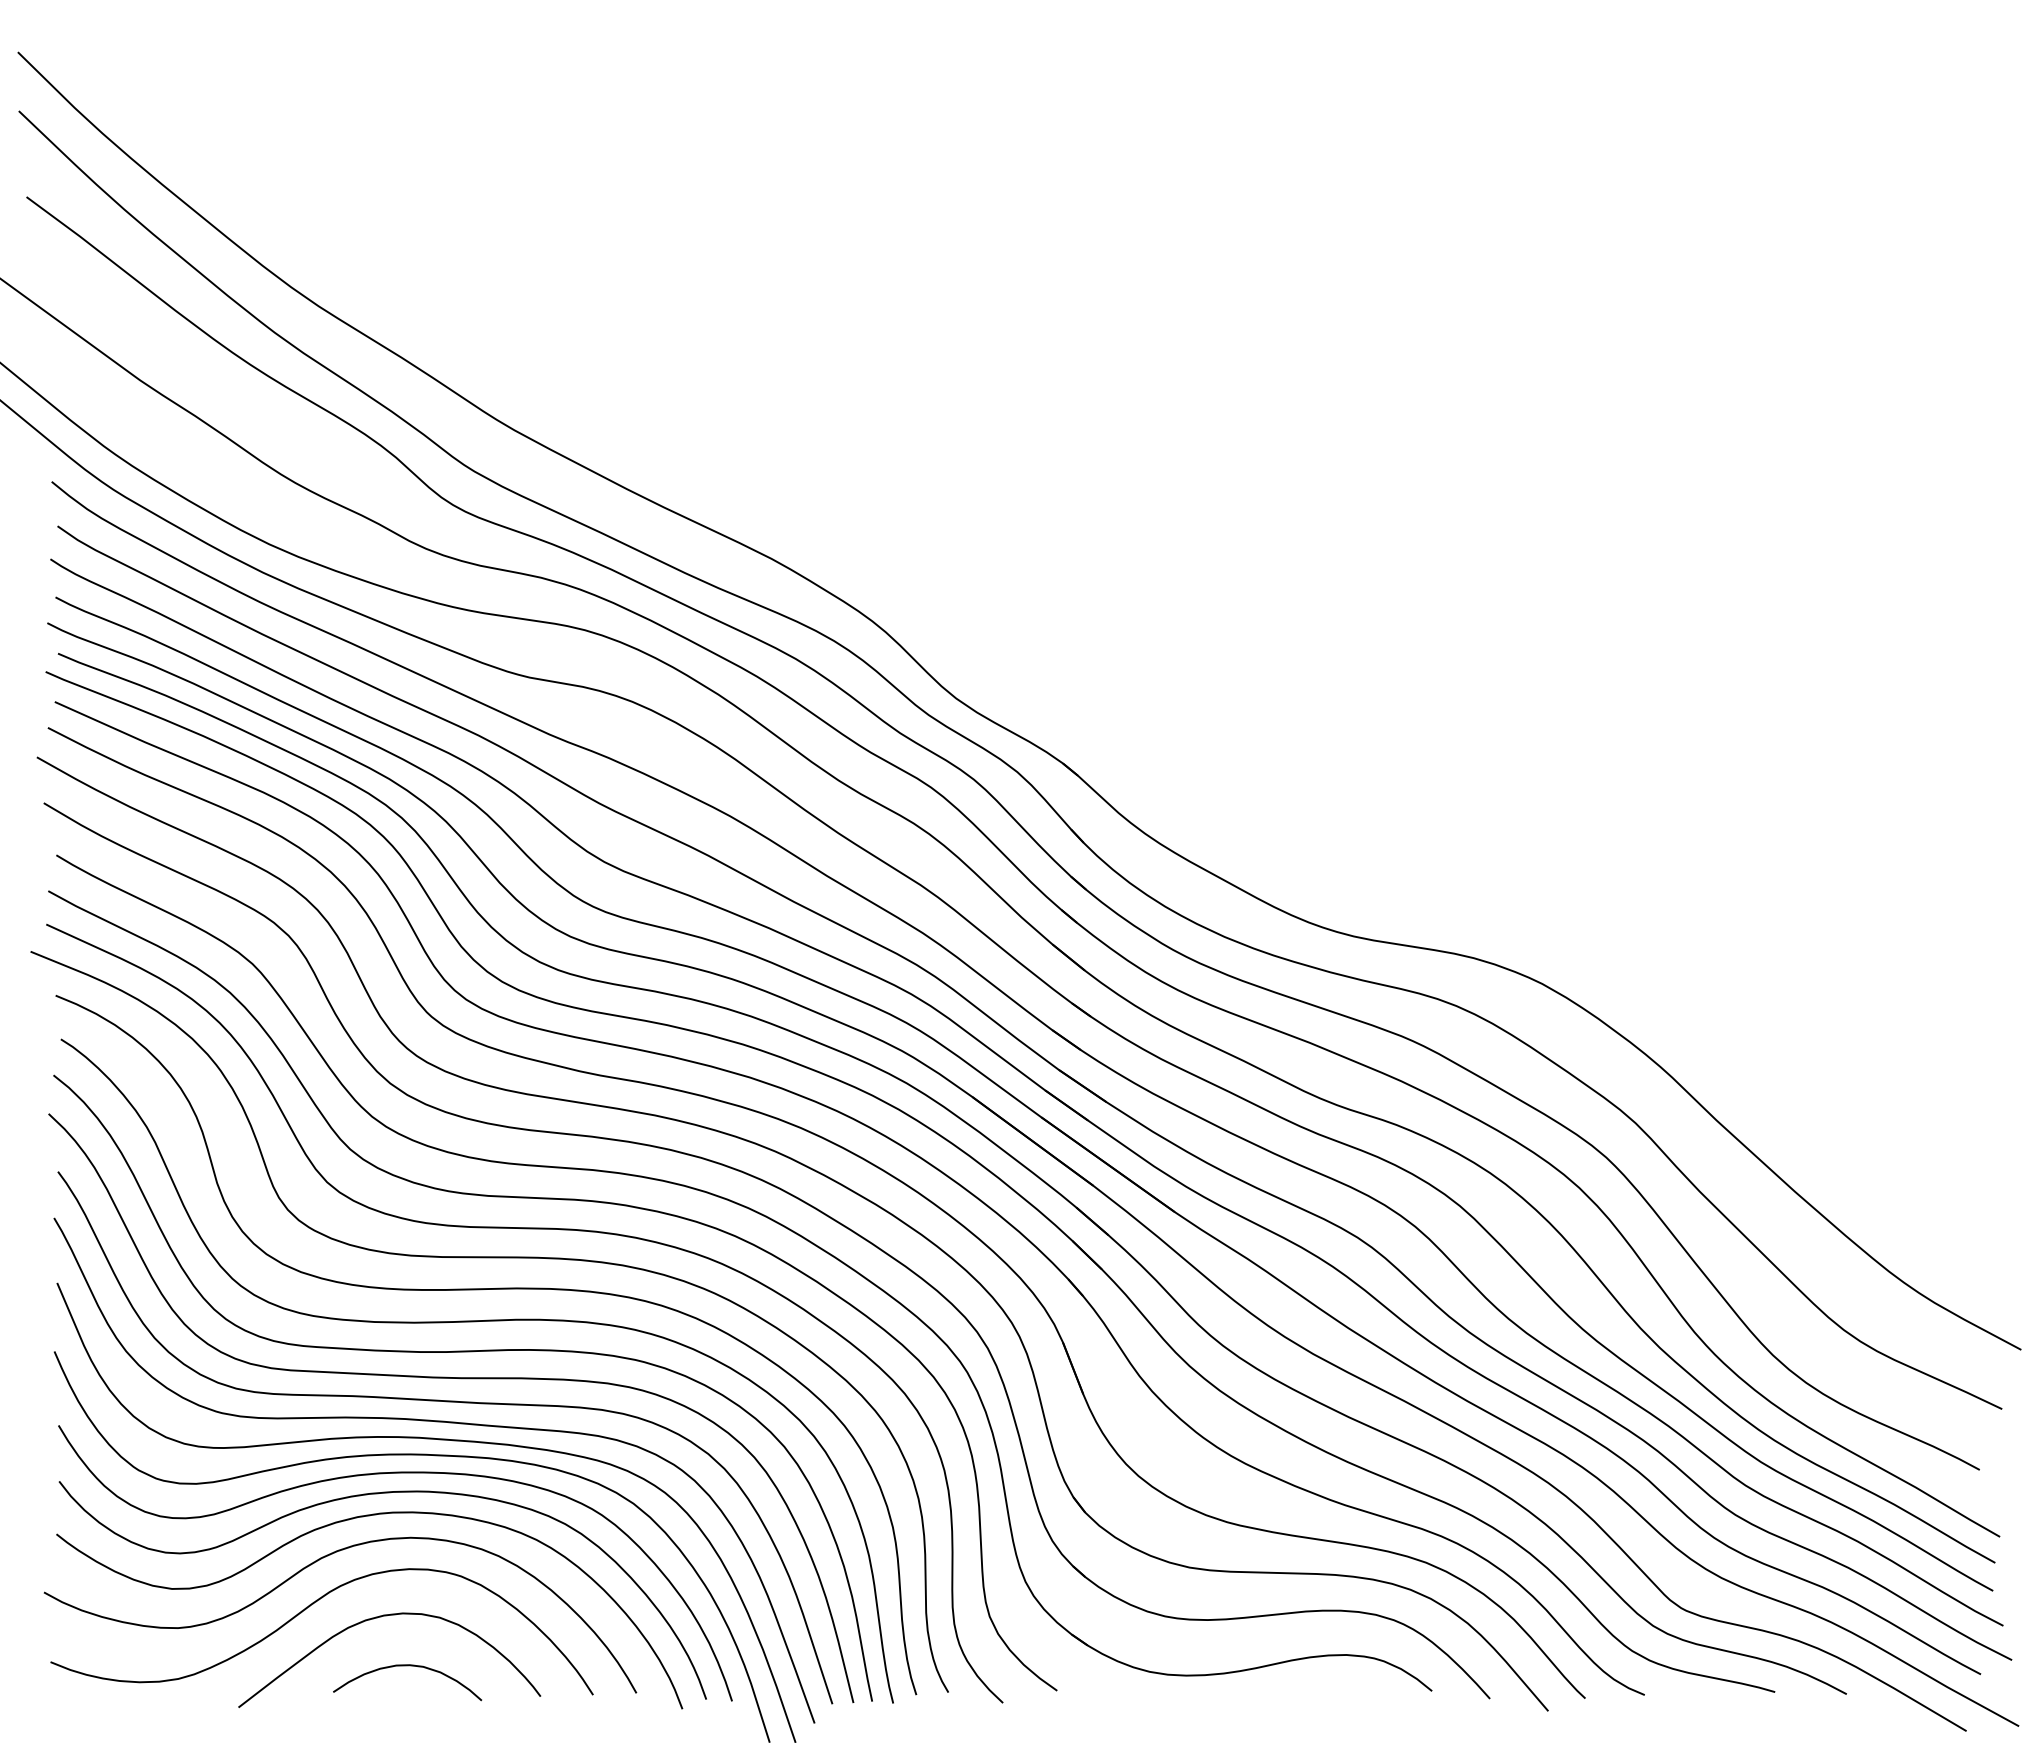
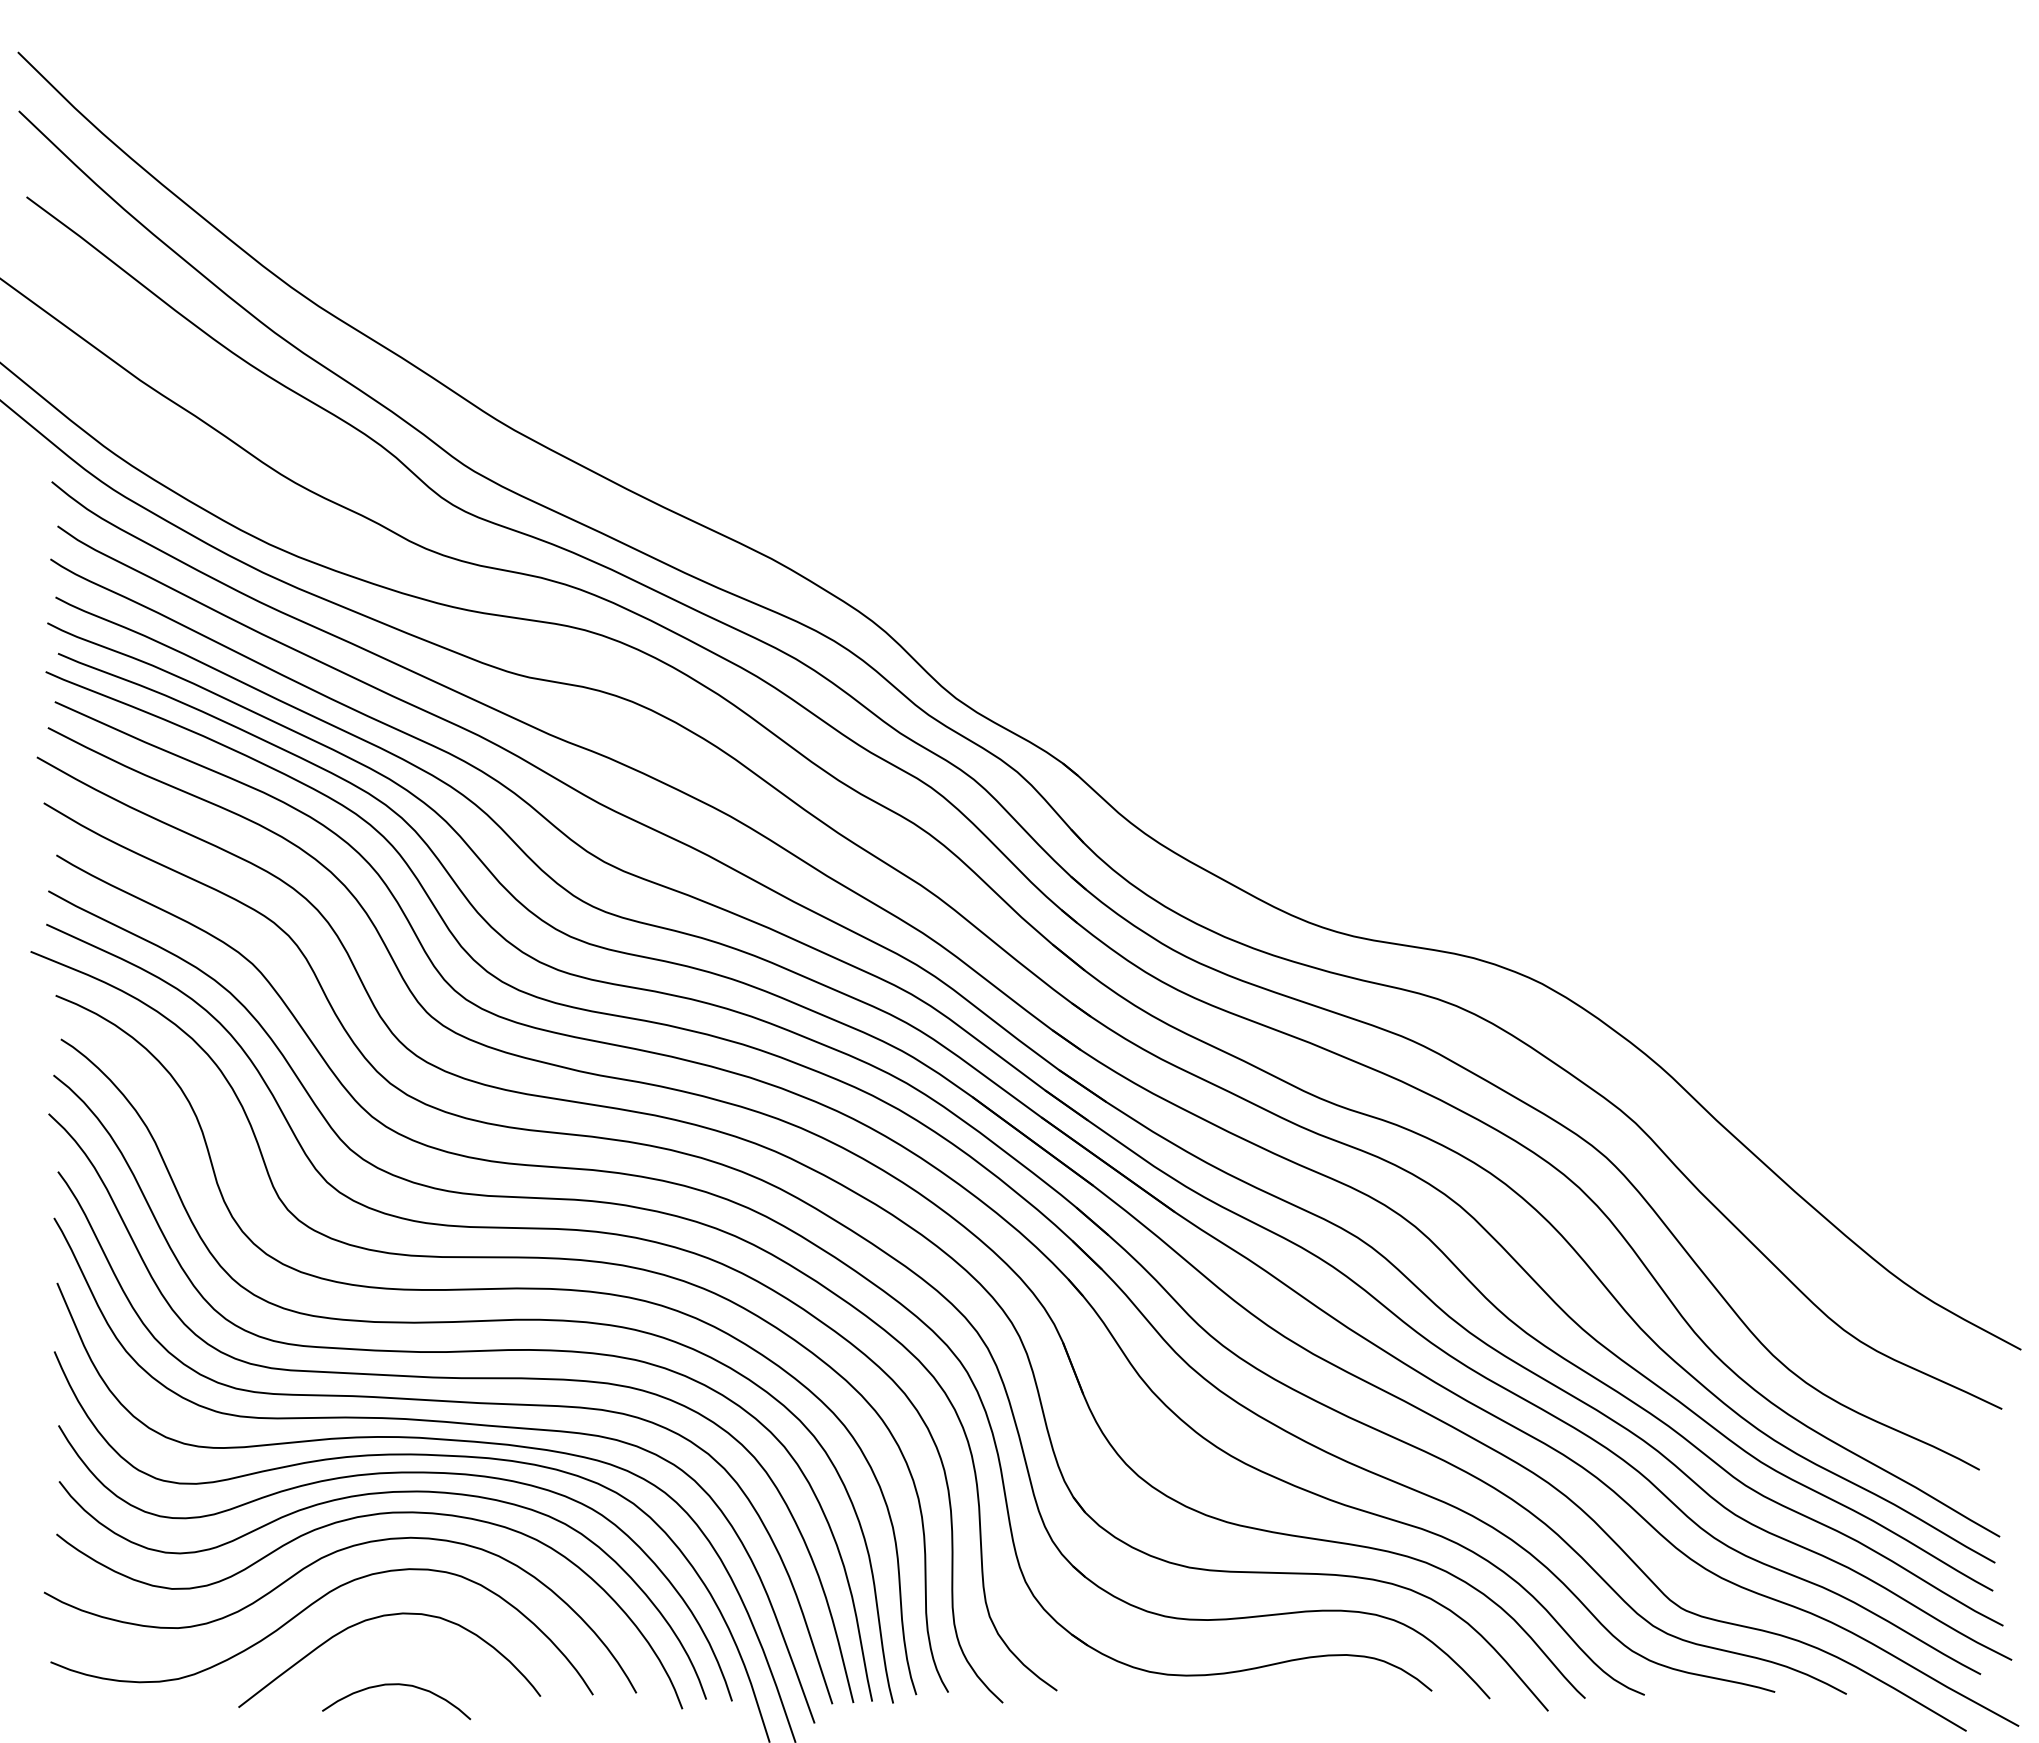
curve at (407, 1666) position: (407, 1666) -> (396, 1685)
